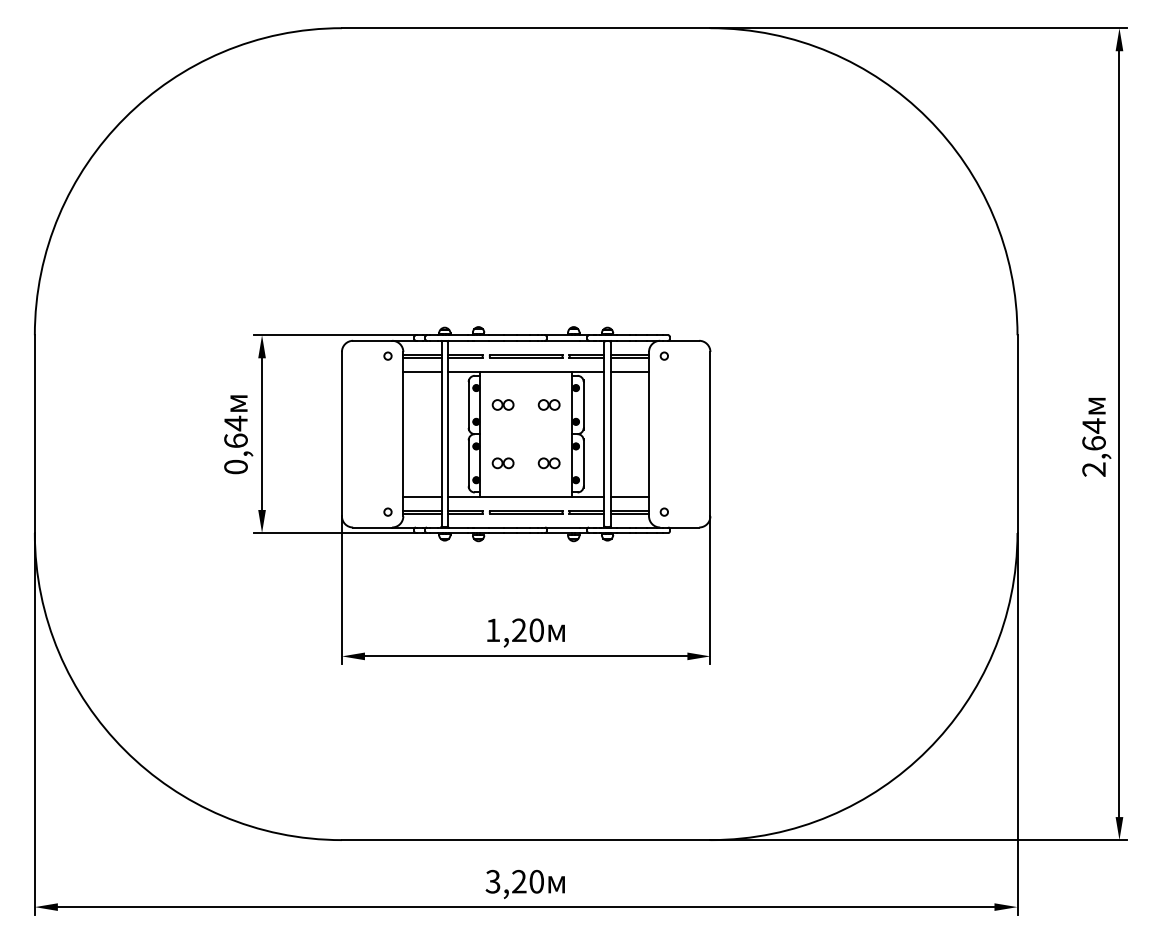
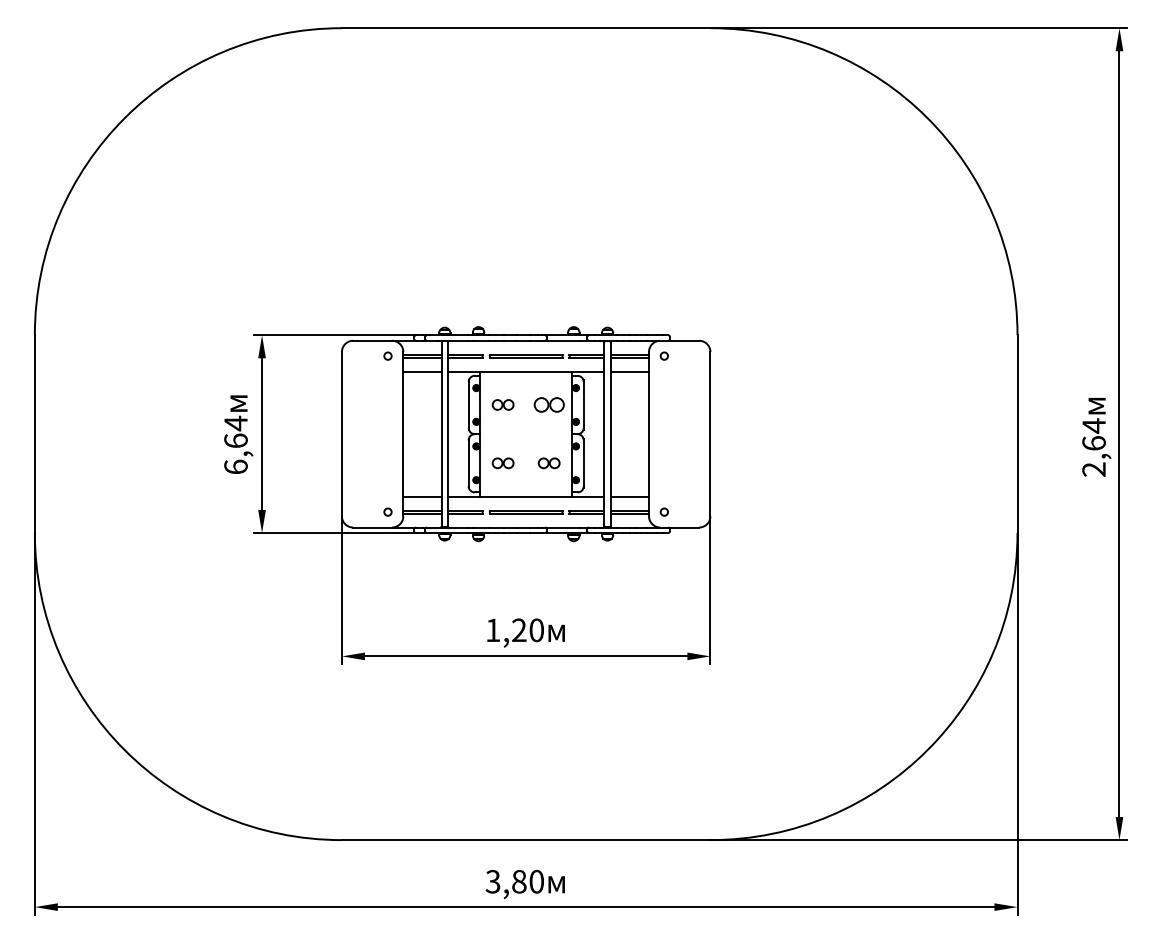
part at (548, 404) size: 24x12 px -> 32x16 px
text at (235, 466): 0,64 -> 6,64
text at (519, 881): 3,20 -> 3,80
